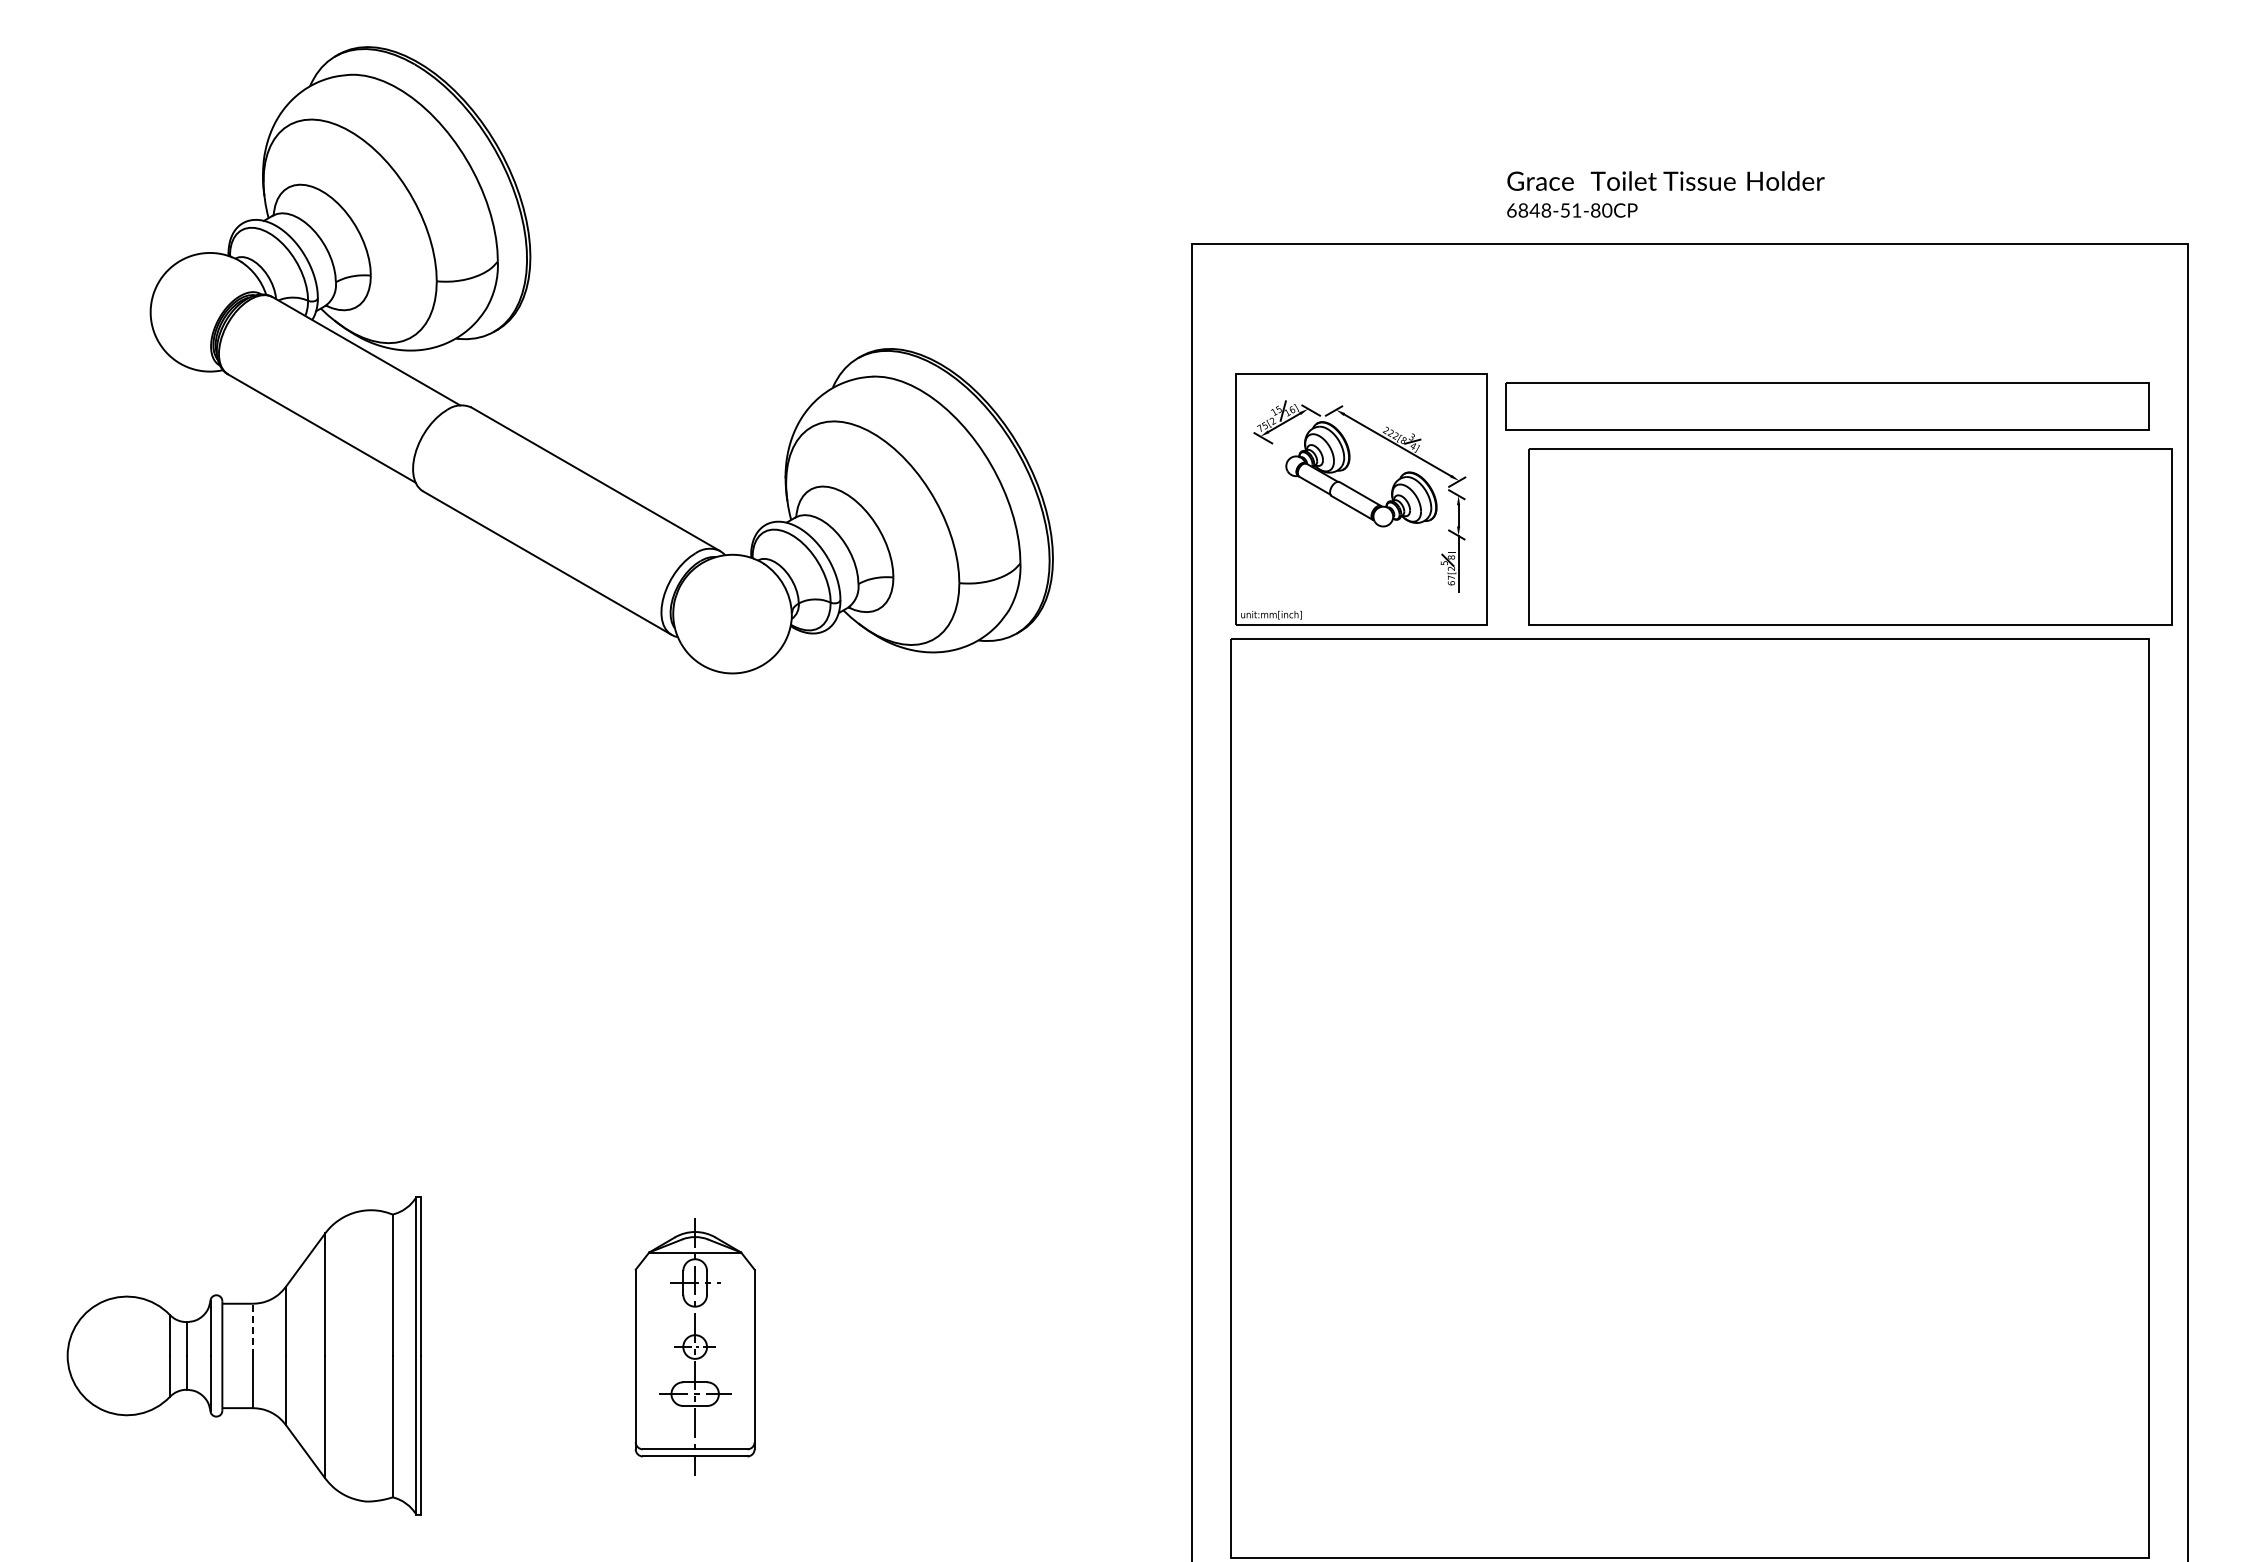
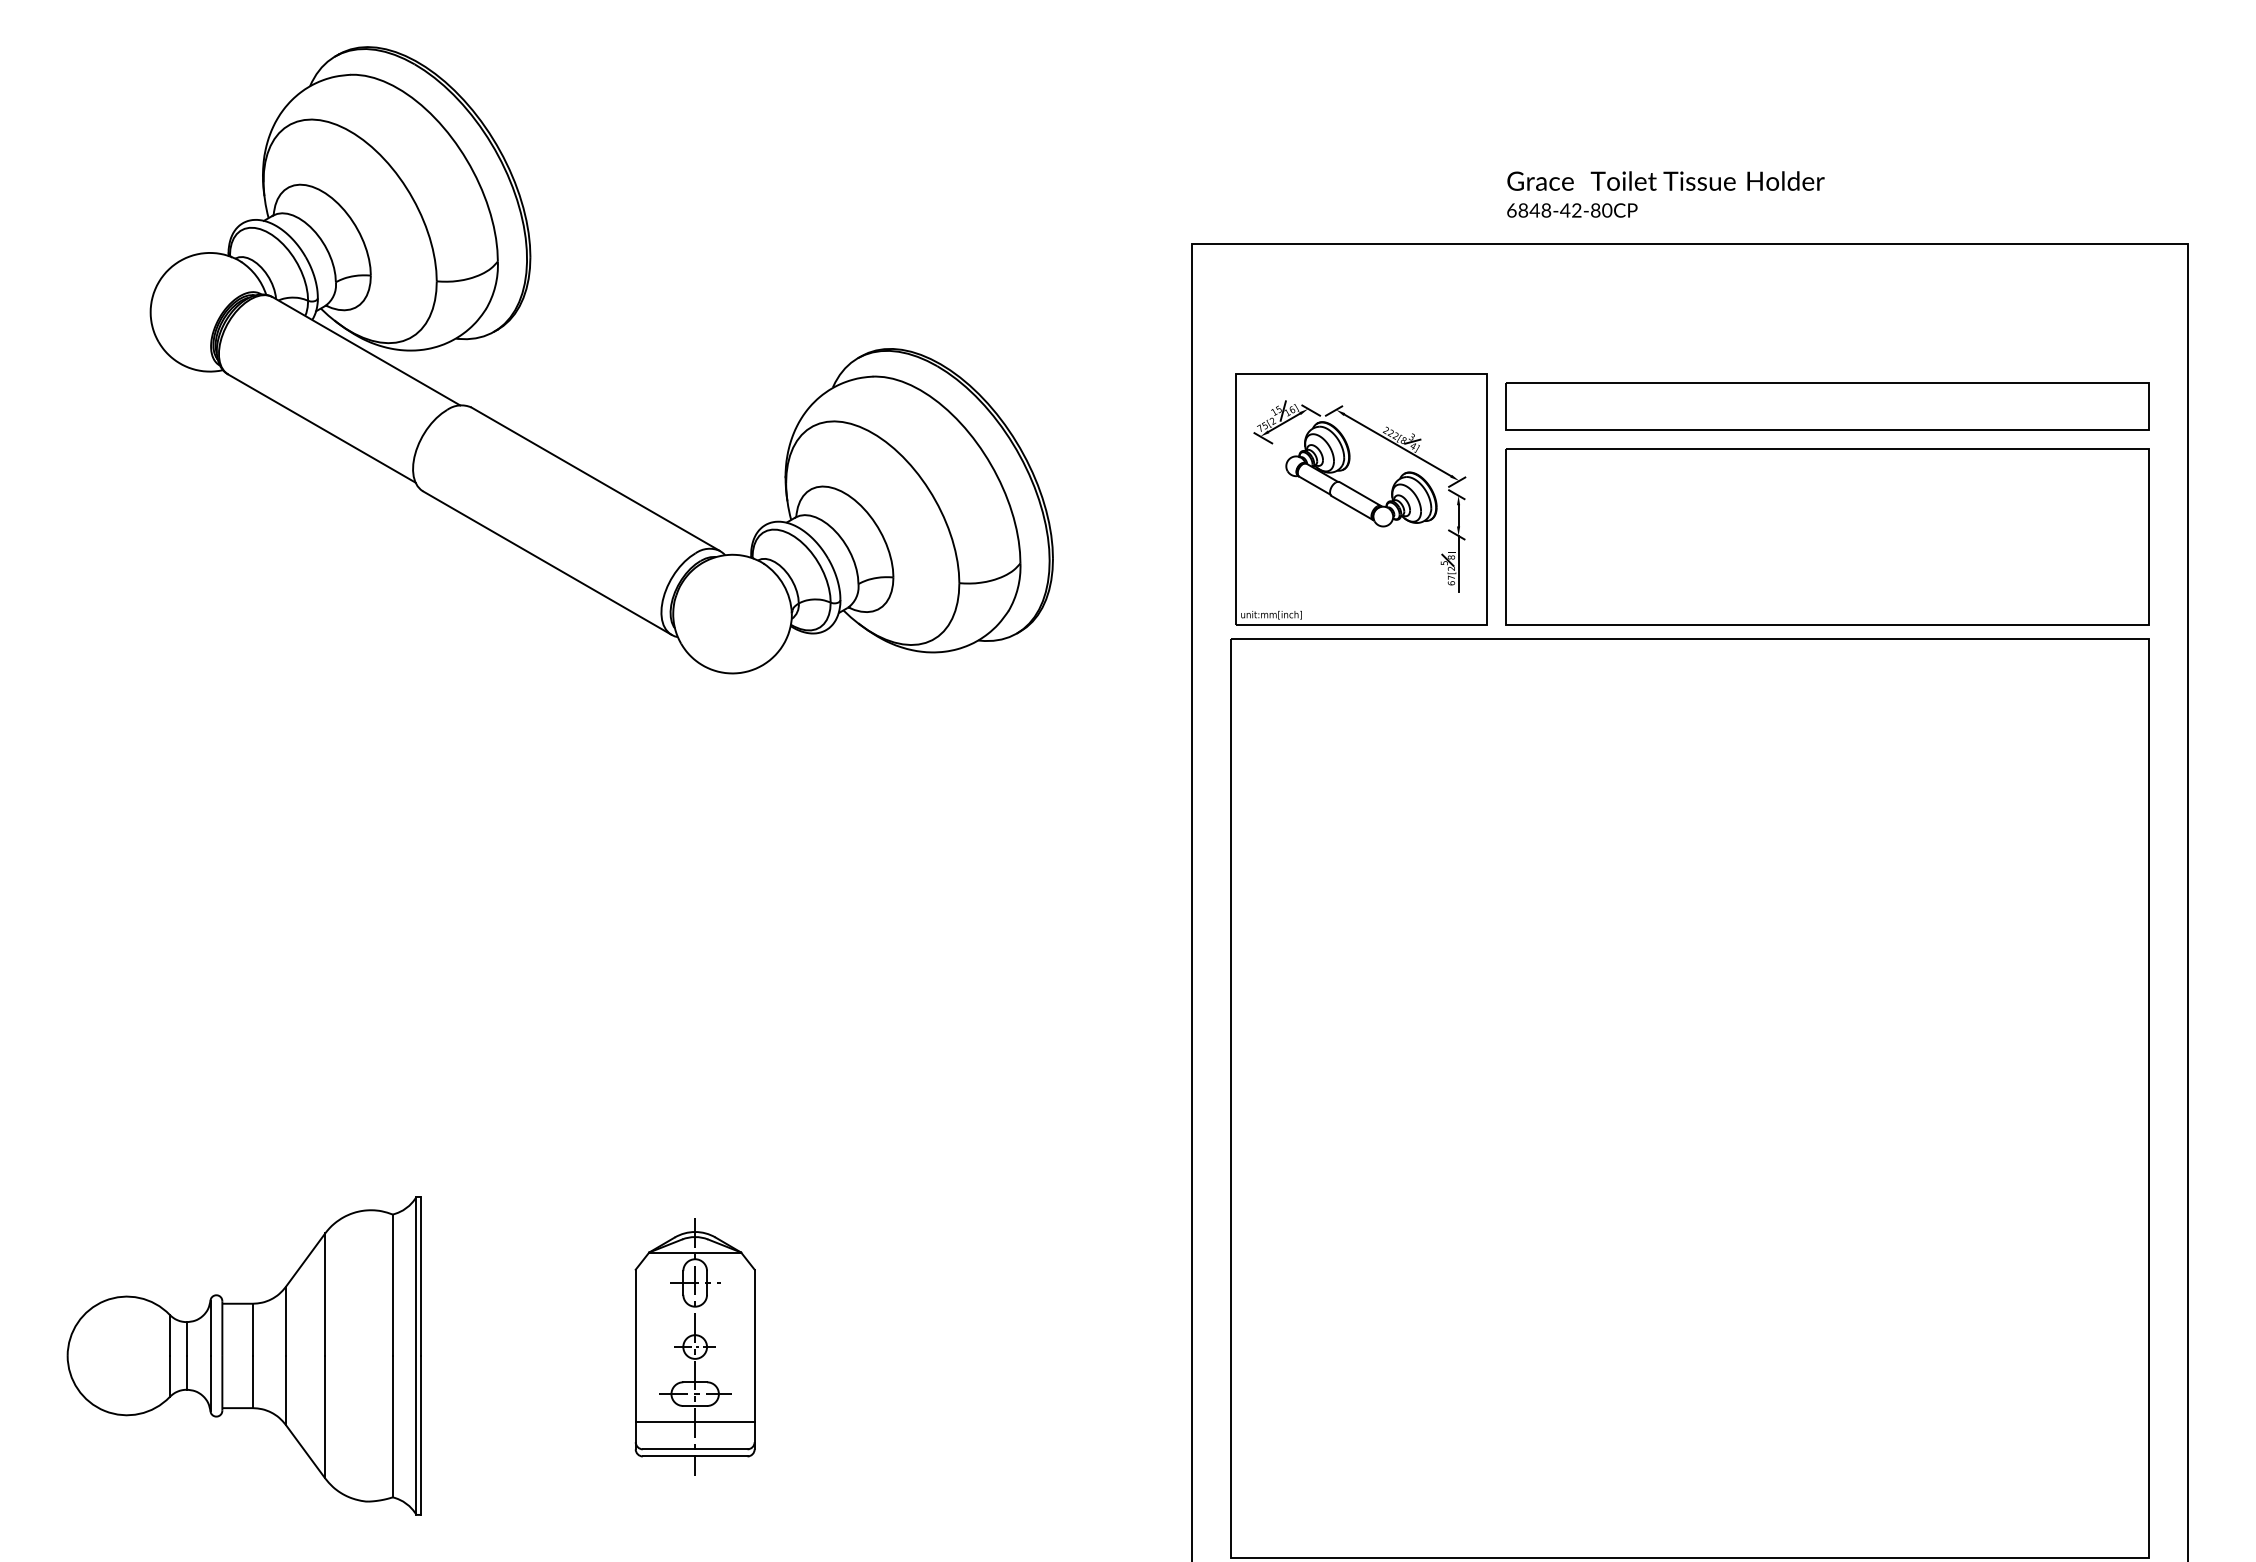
text at (1570, 210): 6848-51-80CP -> 6848-42-80CP
part at (1850, 536) position: (1850, 536) -> (1827, 536)
line at (252, 1329): dashed -> solid
line at (694, 1421): none -> present
